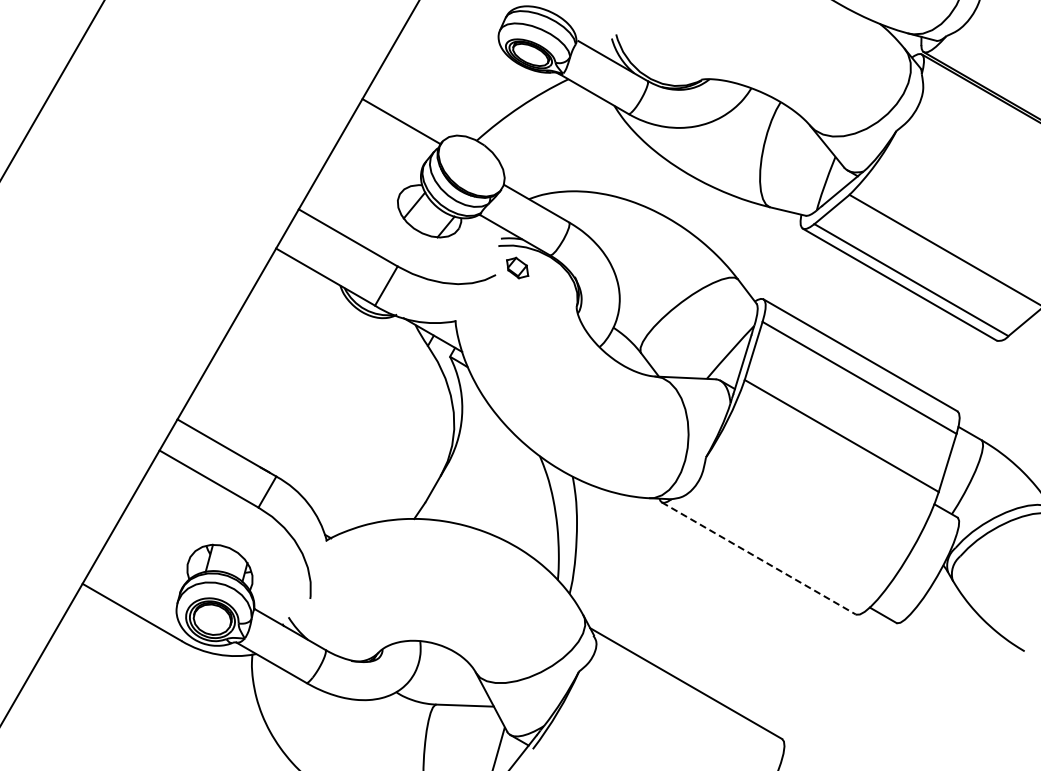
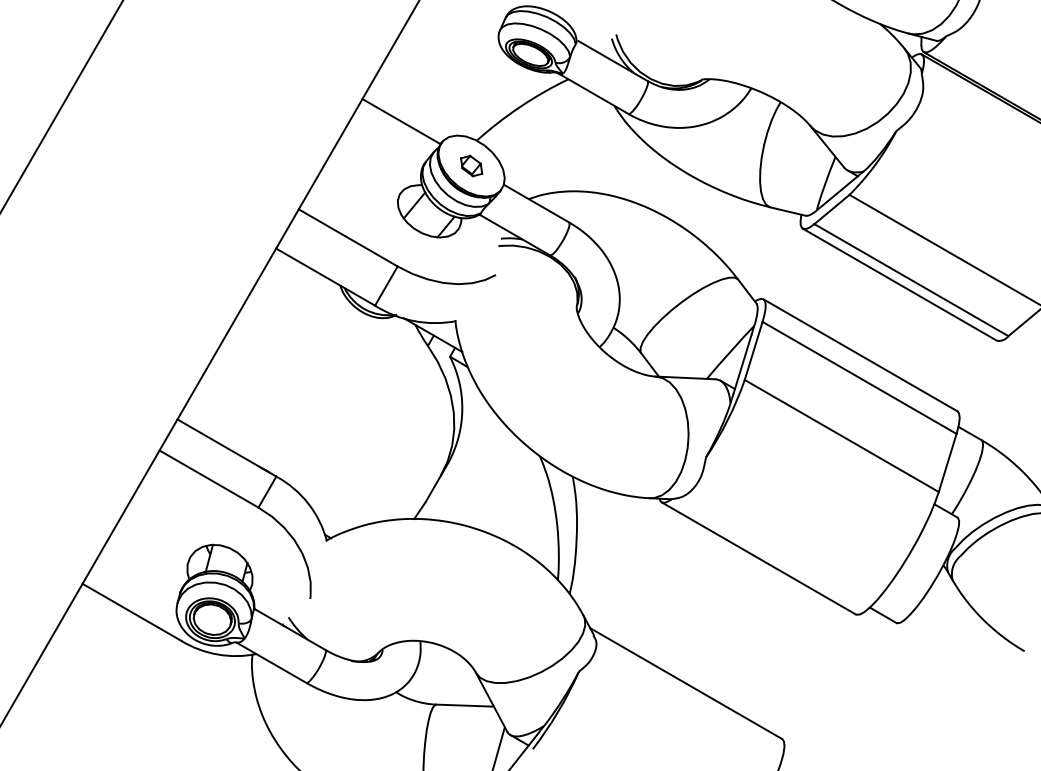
line at (52, 89) position: (52, 89) -> (61, 105)
part at (517, 267) position: (517, 267) -> (471, 165)
line at (758, 558): dashed -> solid
